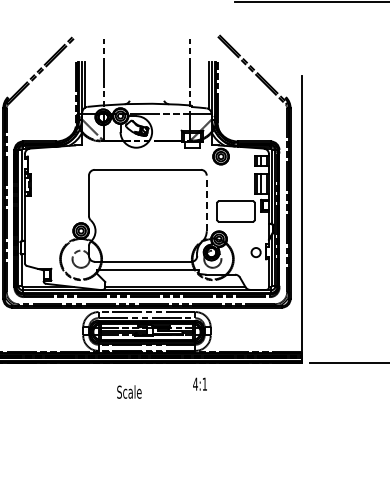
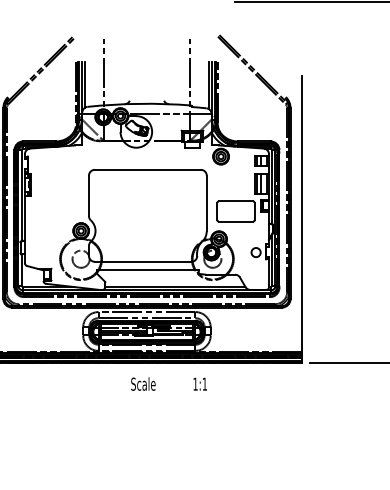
line at (206, 203): dashed -> solid
text at (195, 383): 4:1 -> 1:1
text at (129, 391) position: (129, 391) -> (143, 383)
